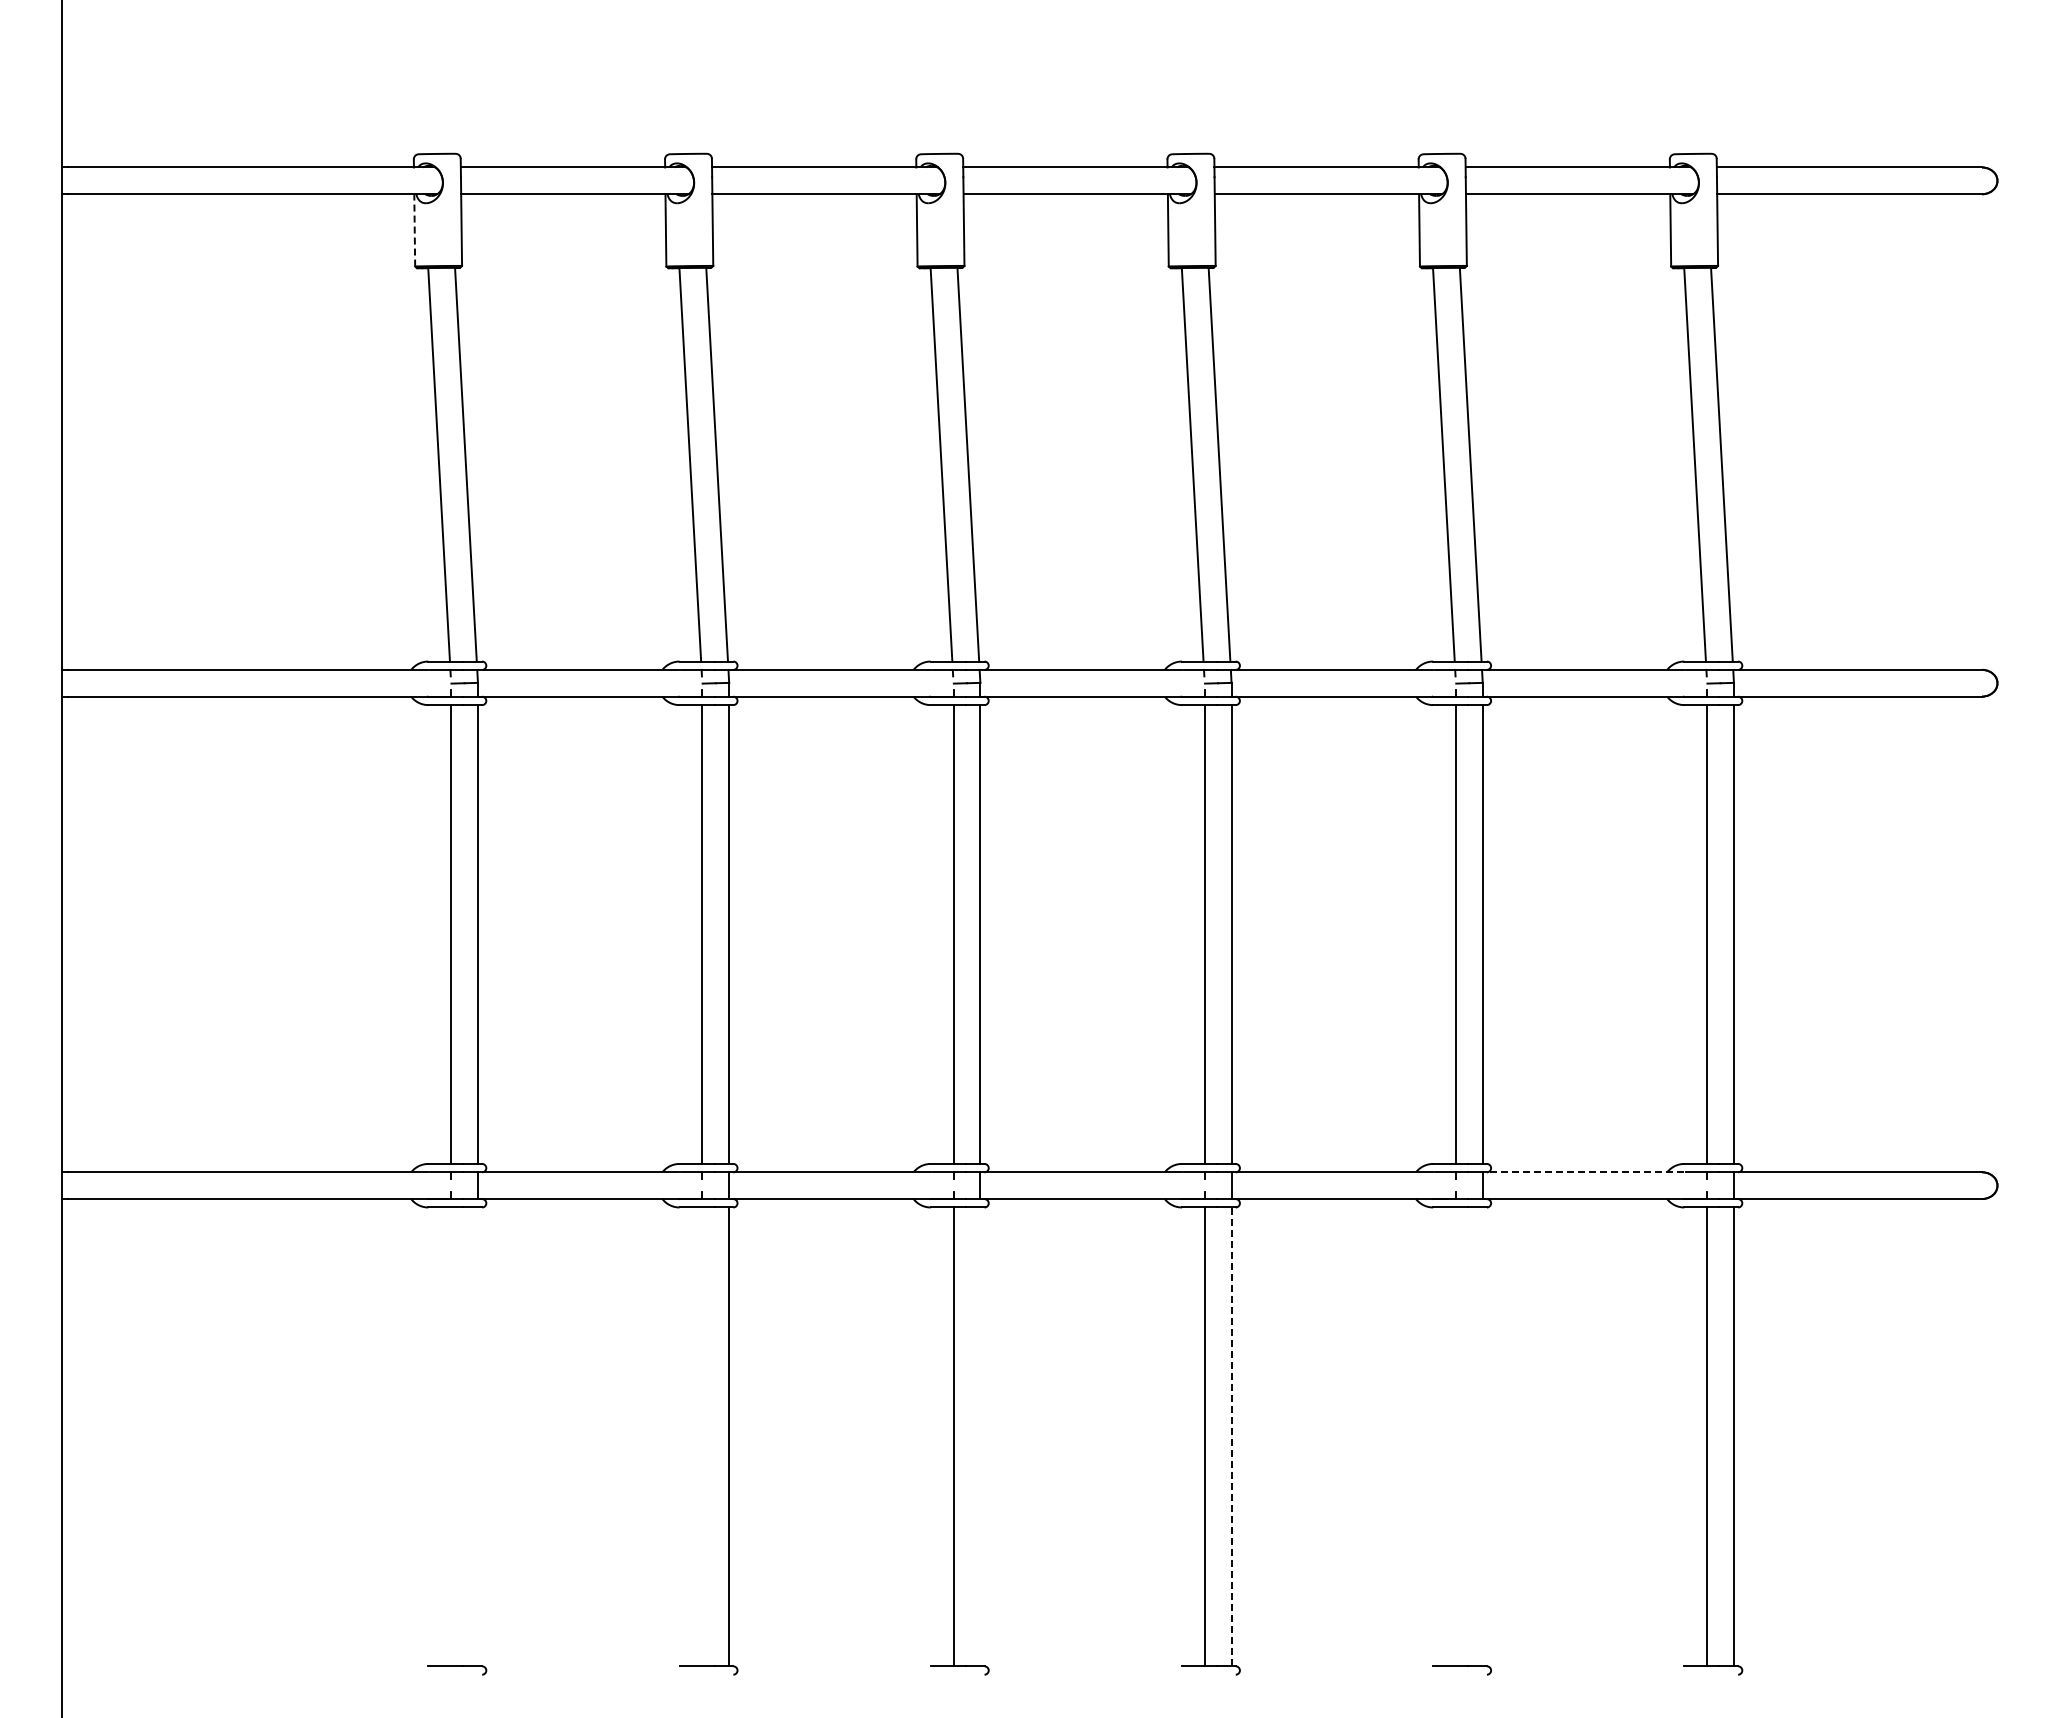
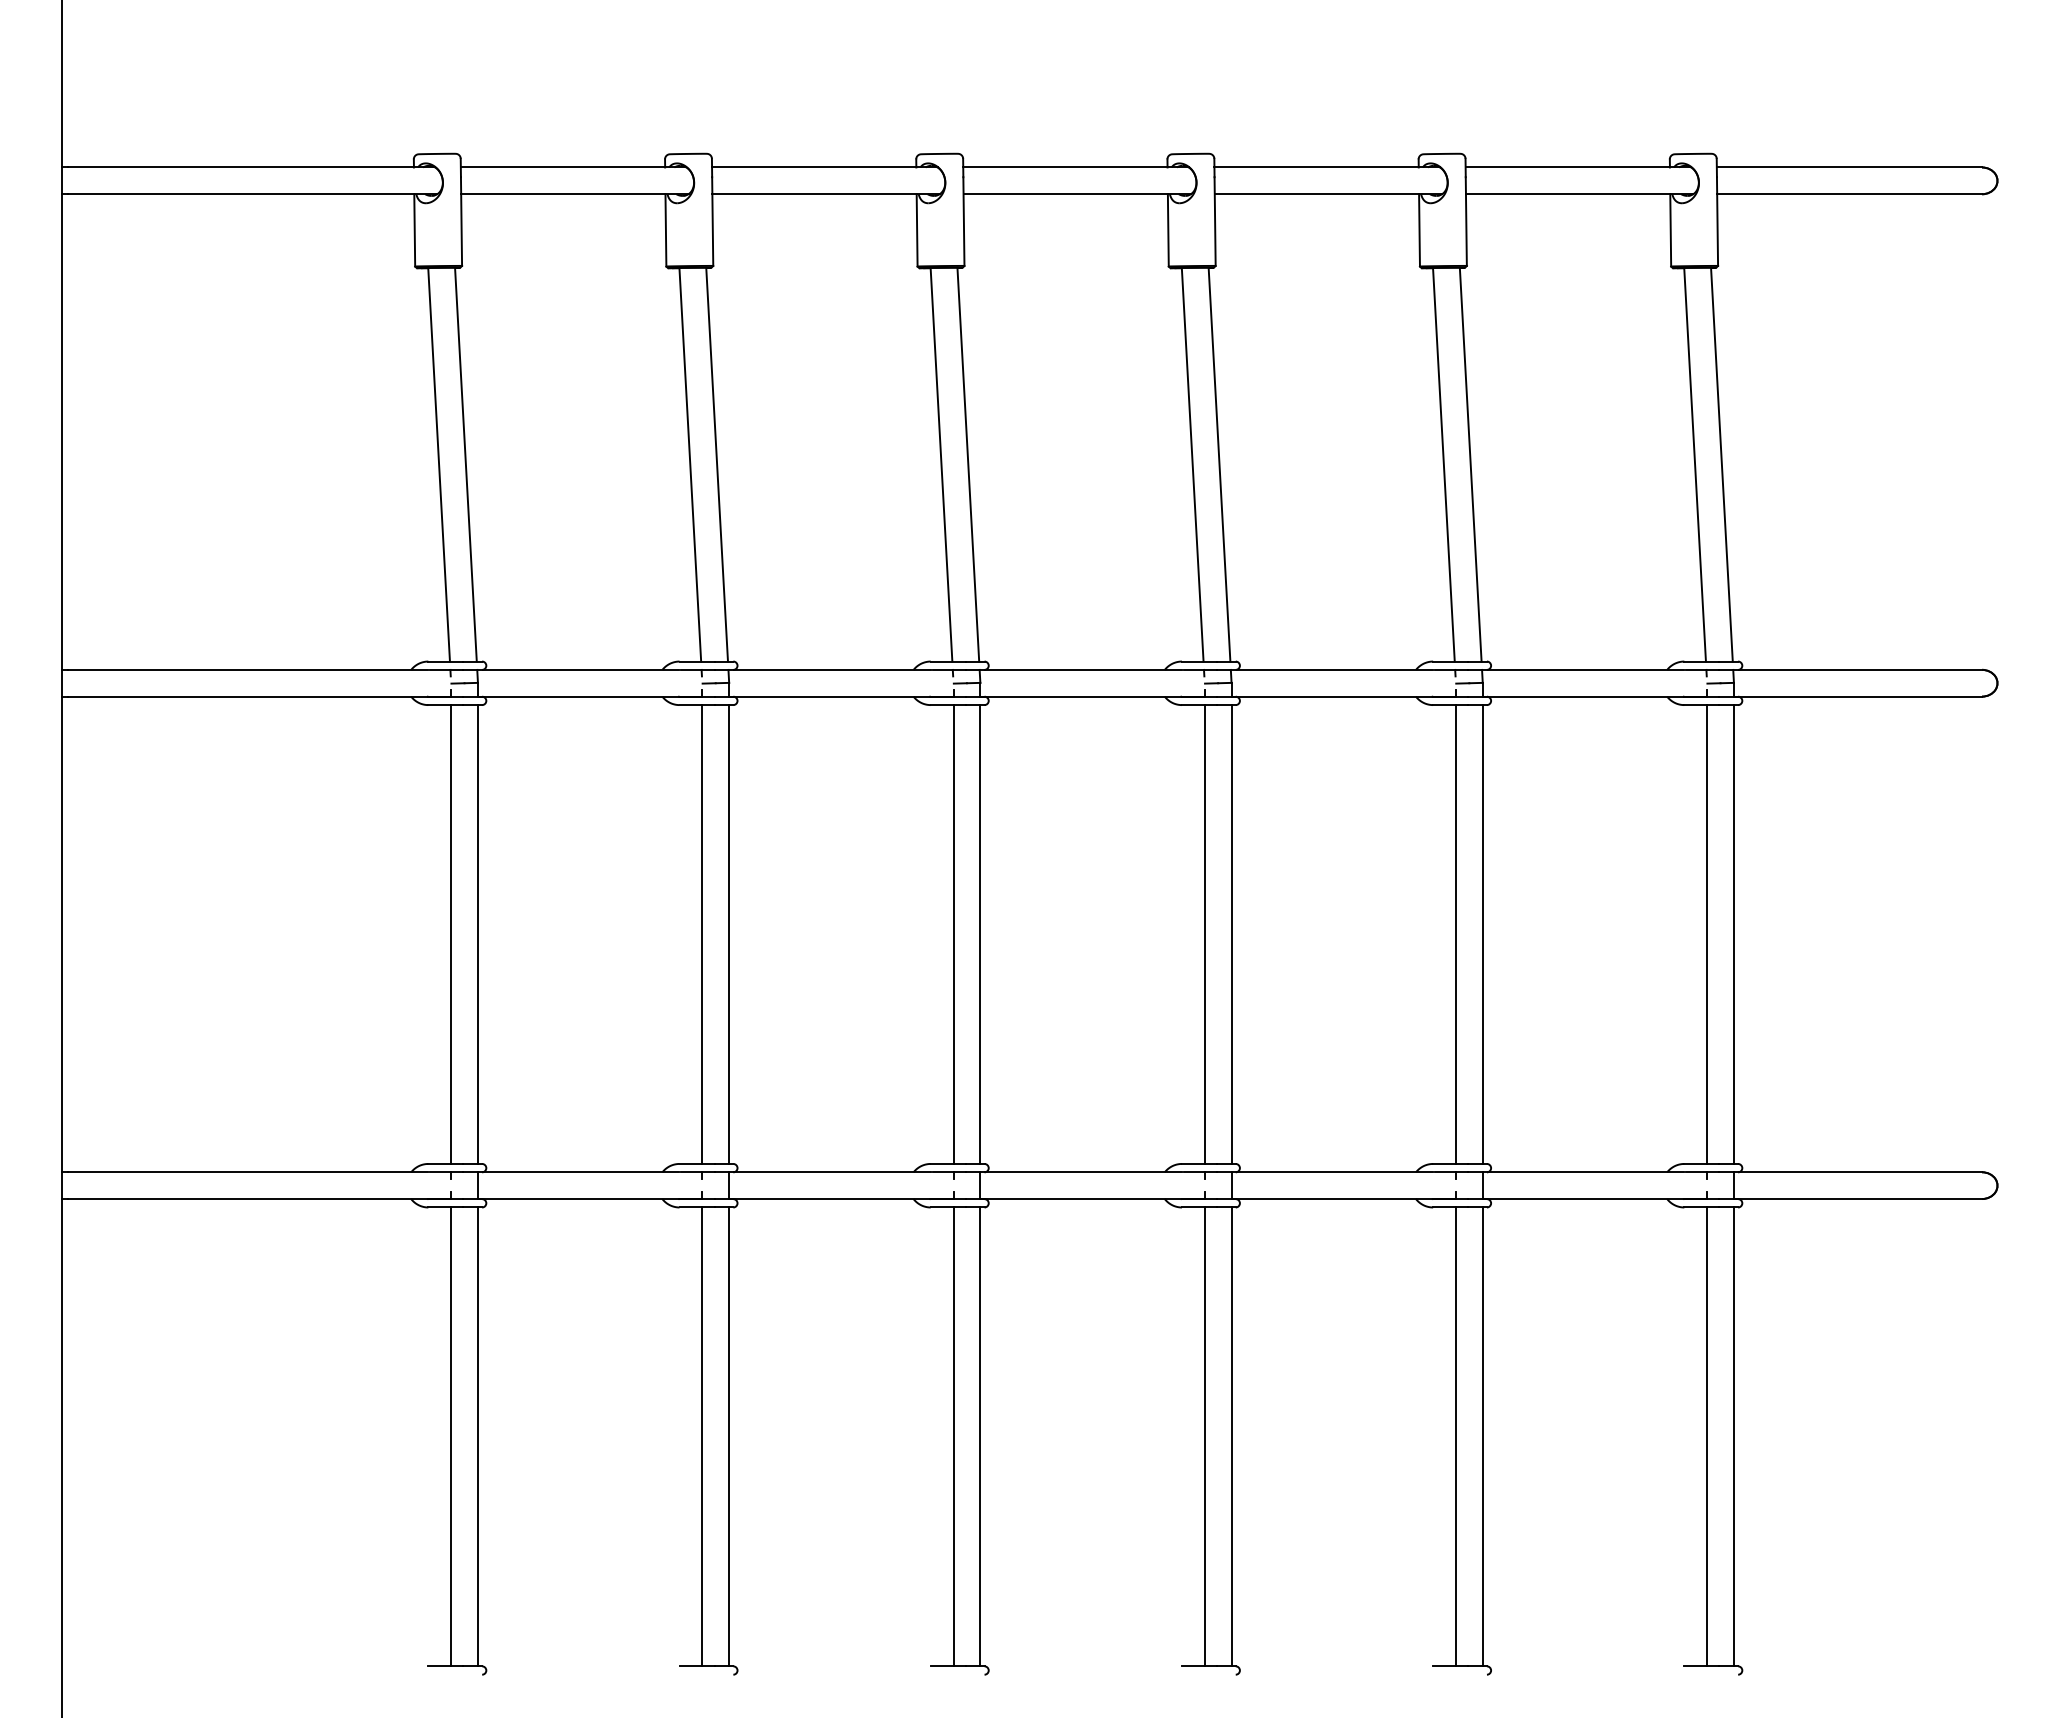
line at (414, 229): dashed -> solid
line at (1585, 1172): dashed -> solid
line at (451, 1436): none -> present
line at (477, 1436): none -> present
line at (702, 1436): none -> present
line at (980, 1436): none -> present
line at (1231, 1436): dashed -> solid
line at (1455, 1436): none -> present
line at (1482, 1436): none -> present
